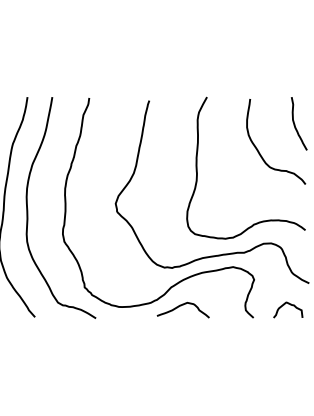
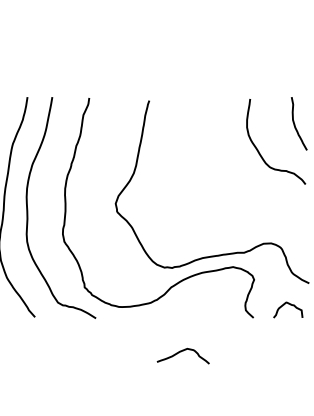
curve at (197, 167): present -> none
curve at (181, 306) position: (181, 306) -> (181, 352)
